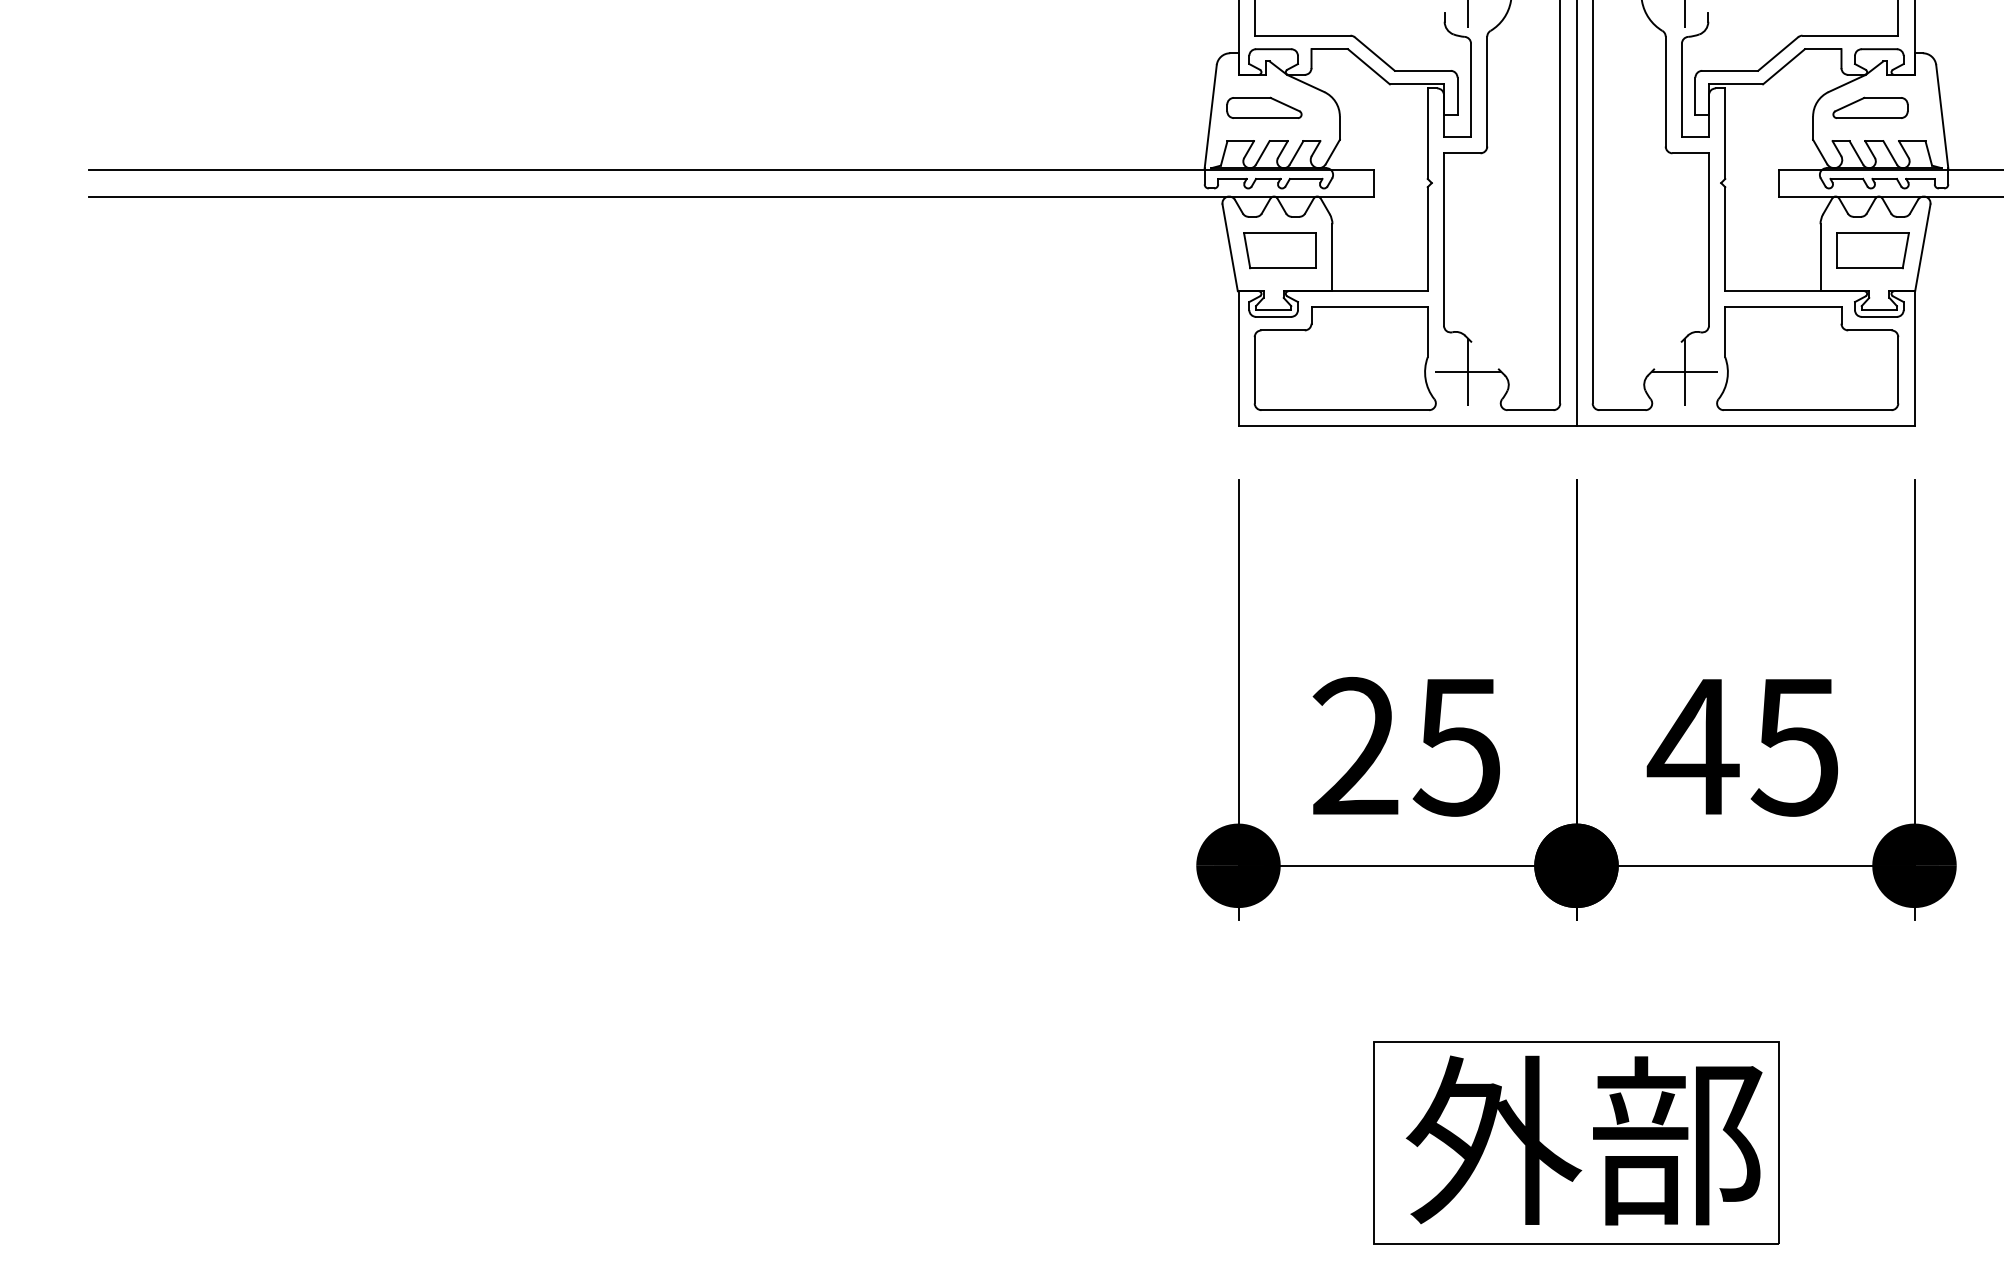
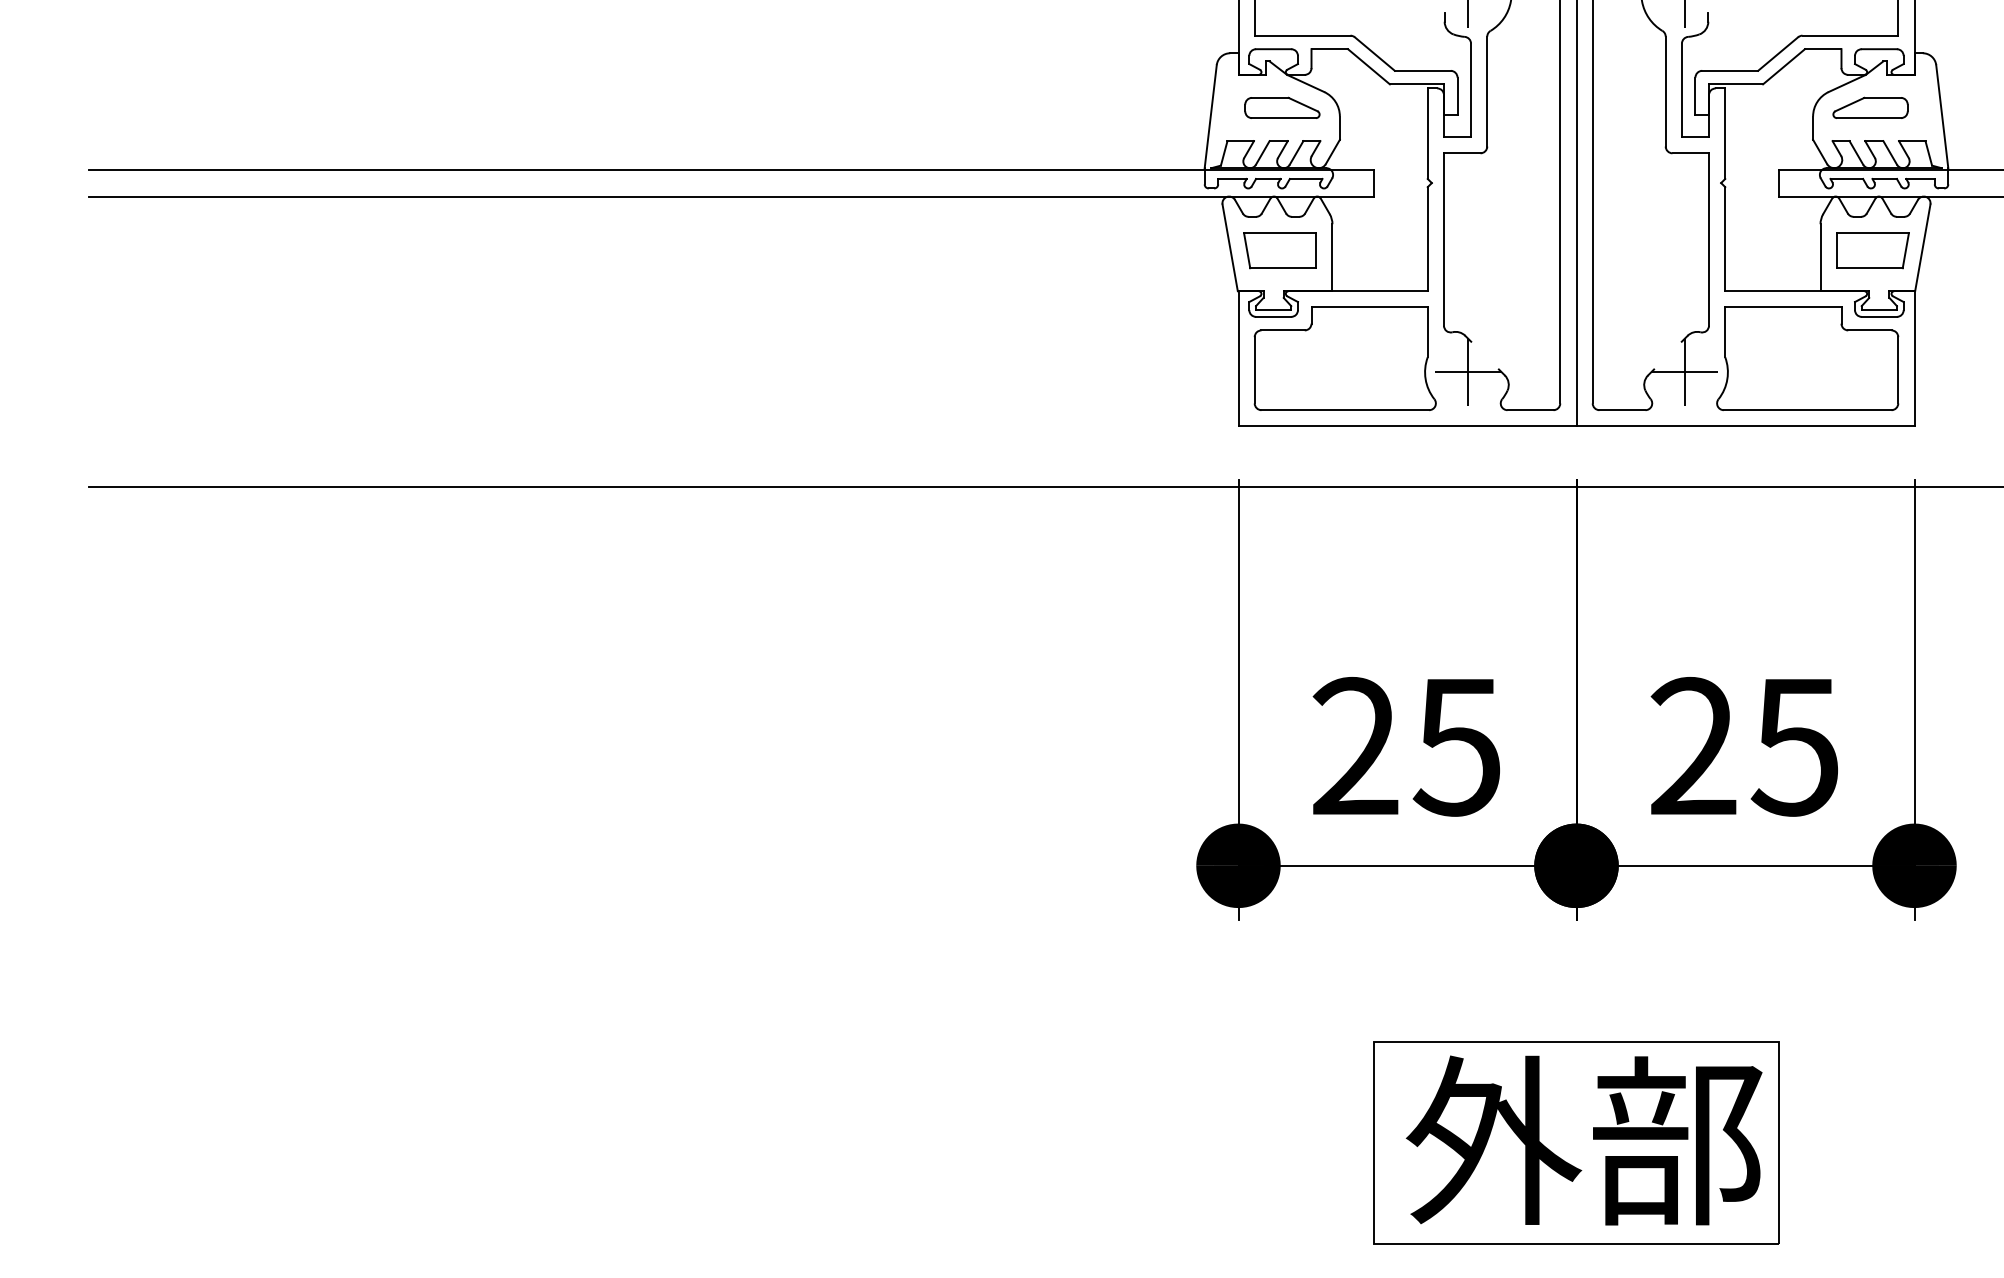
part at (1264, 107) position: (1264, 107) -> (1282, 107)
line at (1044, 487): none -> present
text at (1692, 745): 45 -> 25
